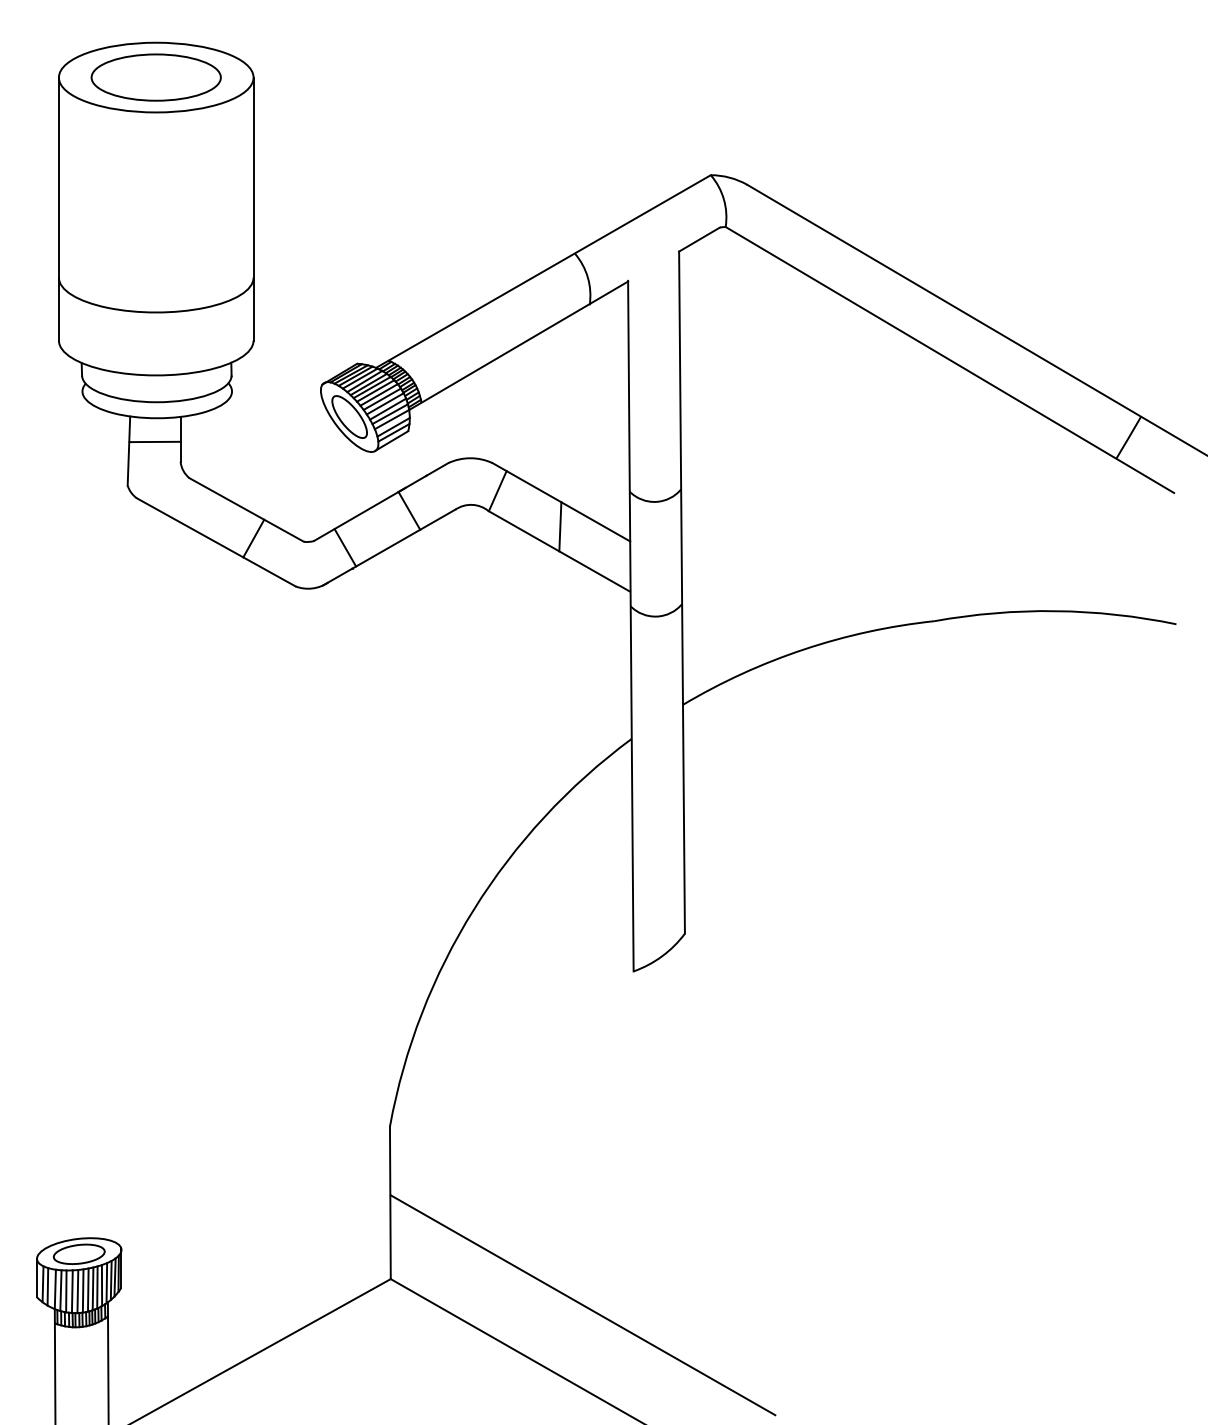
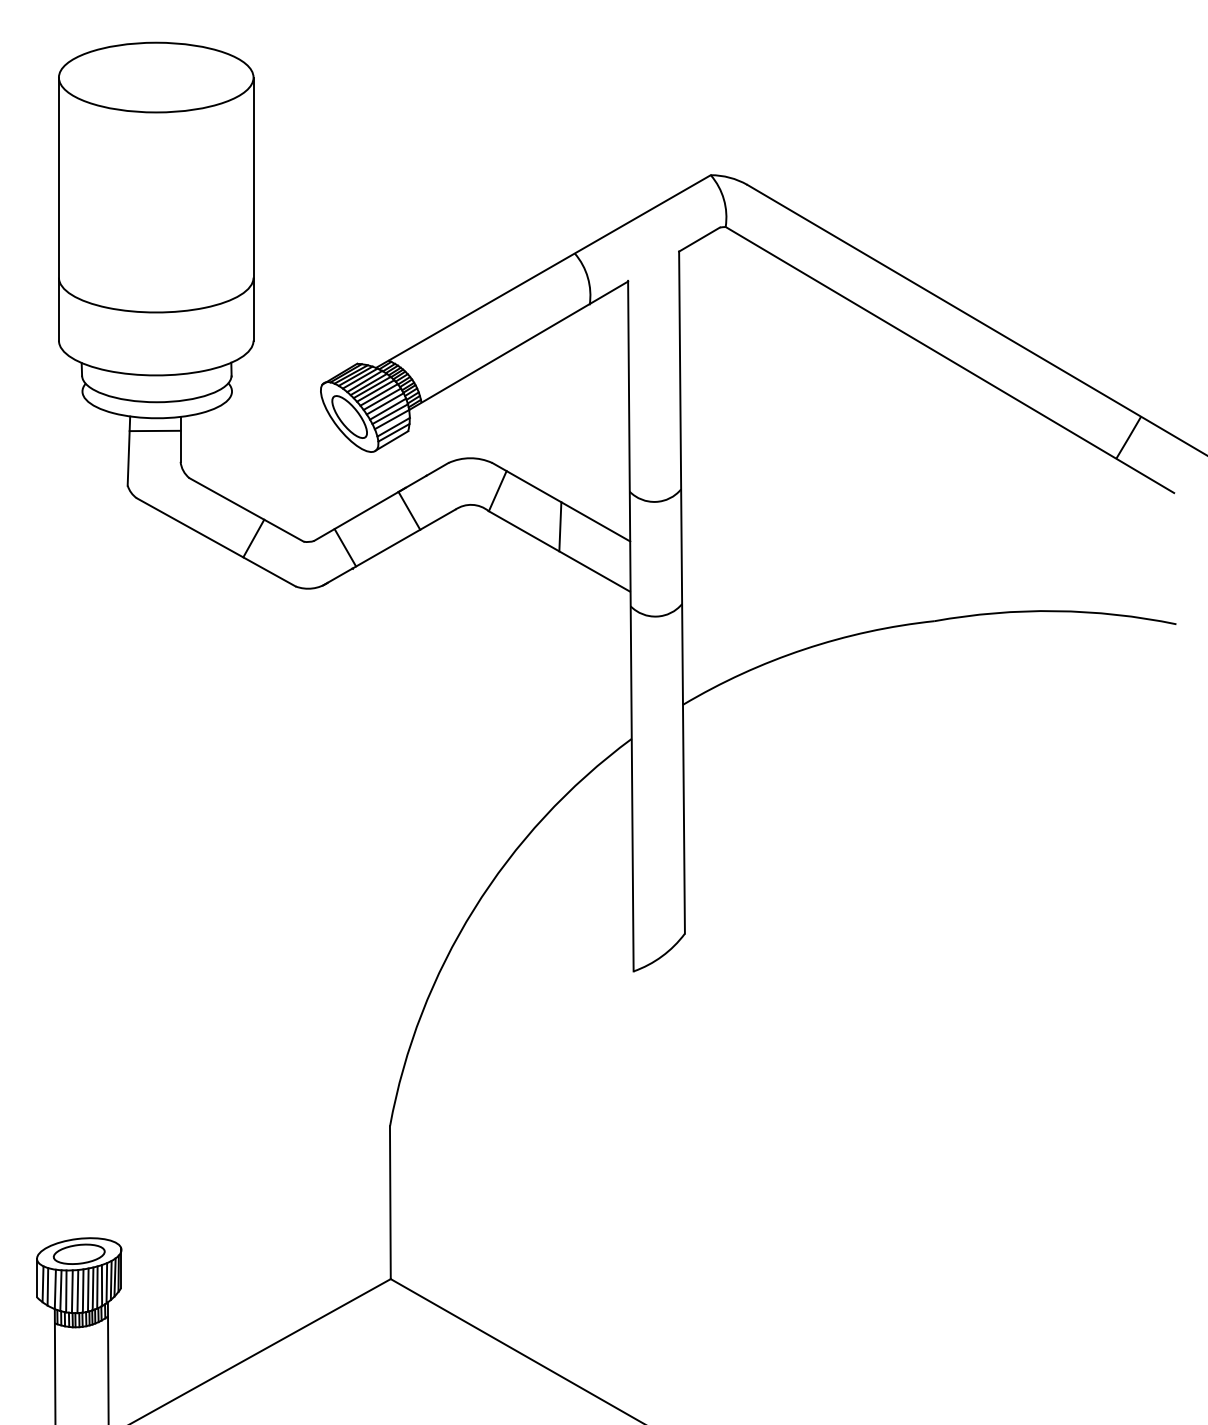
part at (155, 77): present -> none
line at (154, 441) position: (154, 441) -> (154, 430)
line at (582, 1305): present -> none
